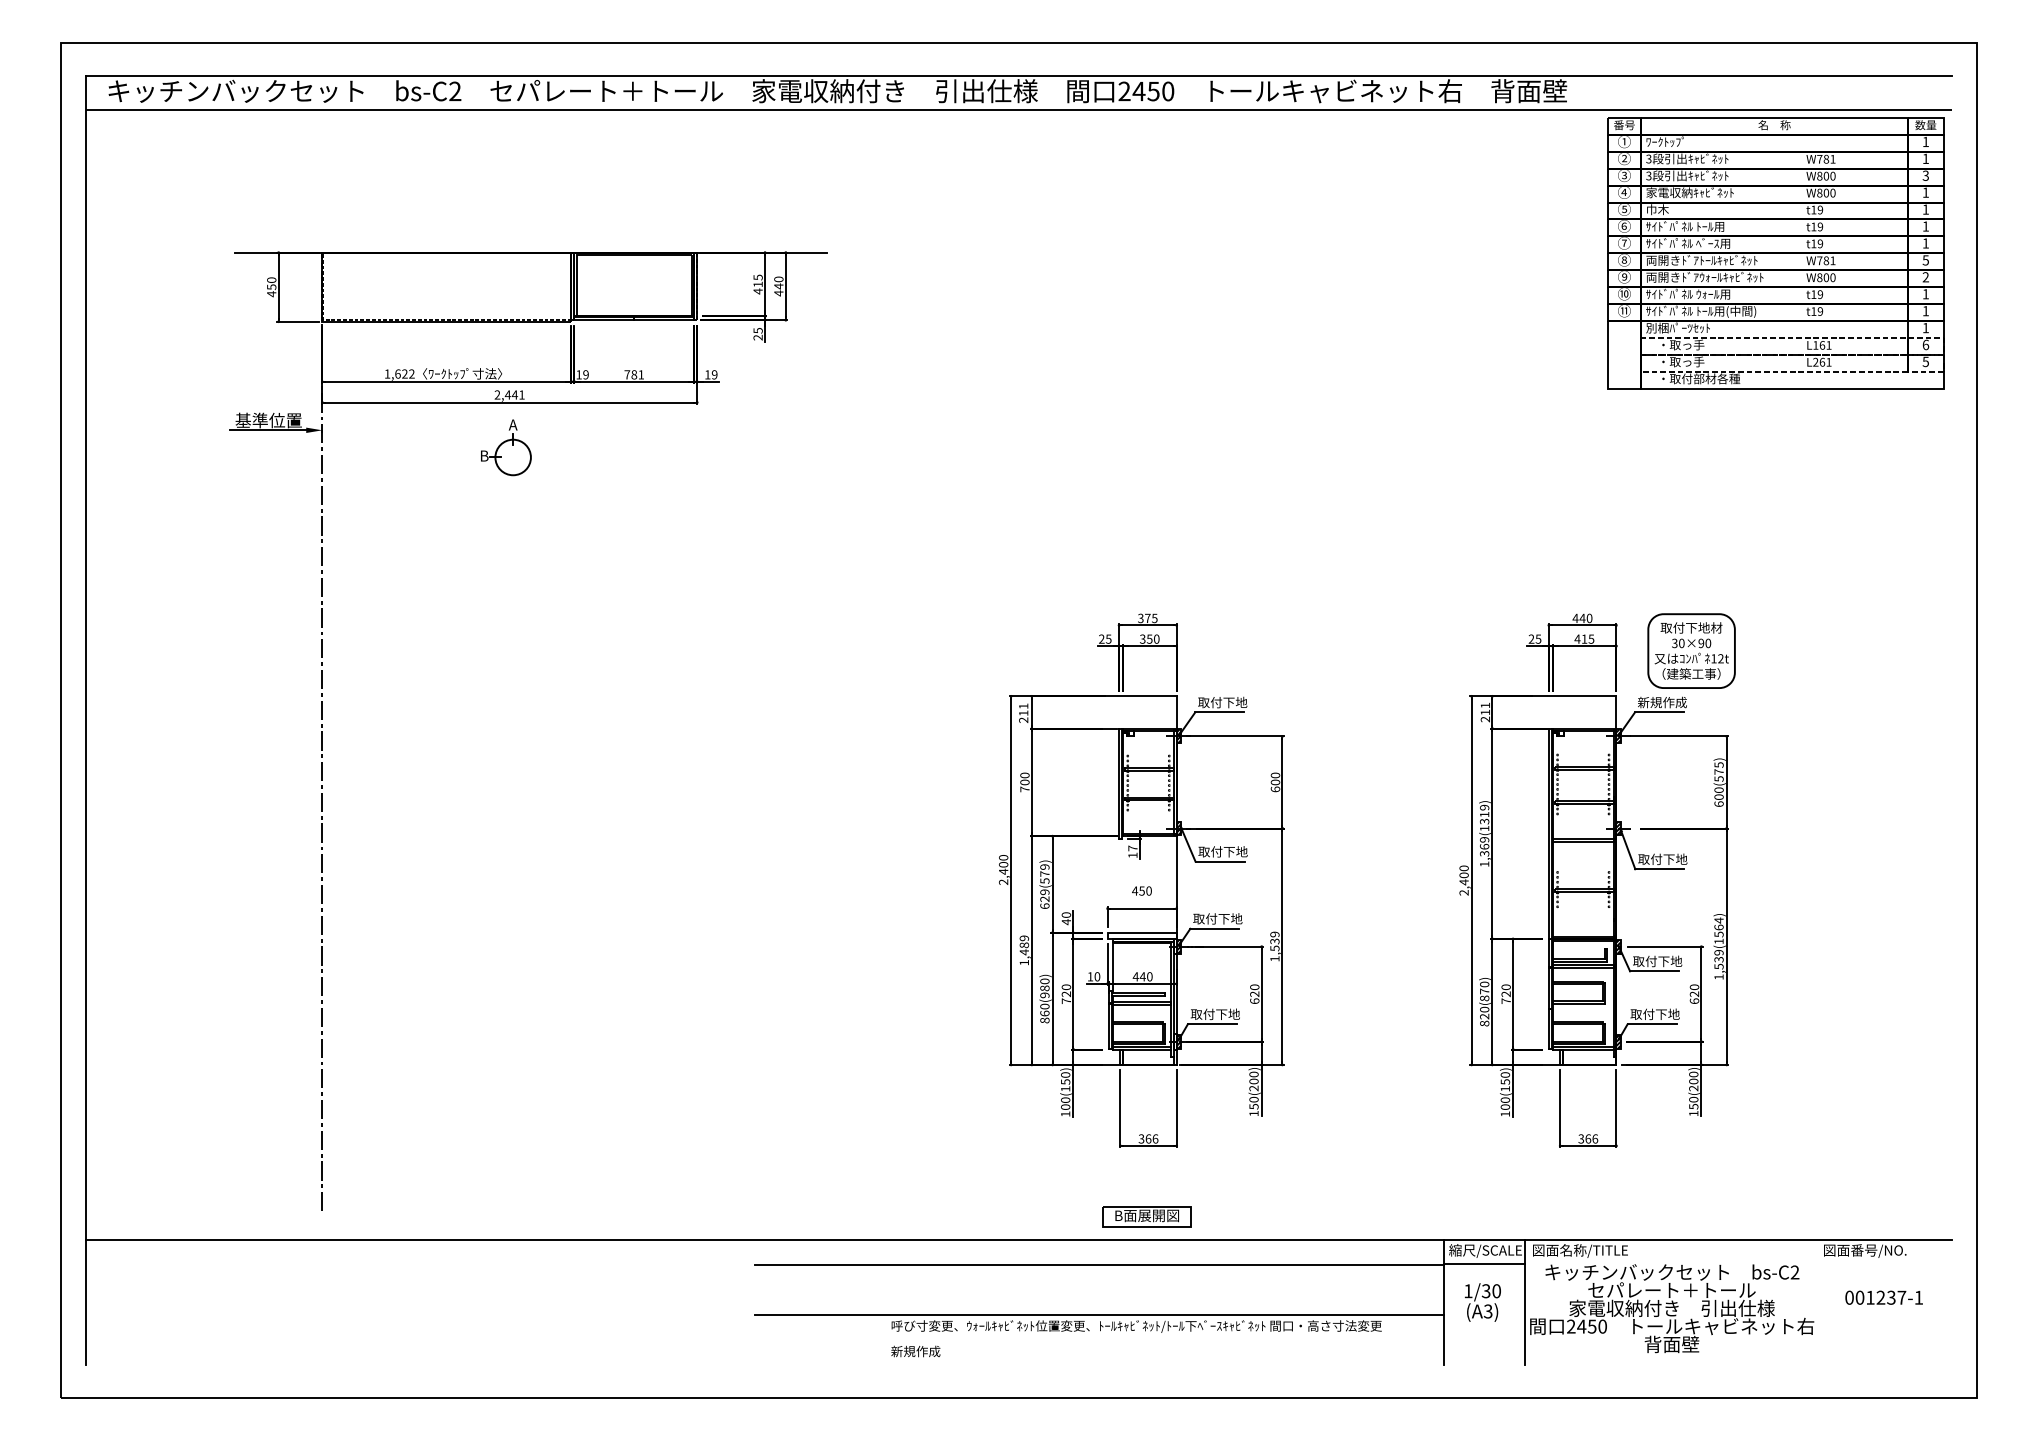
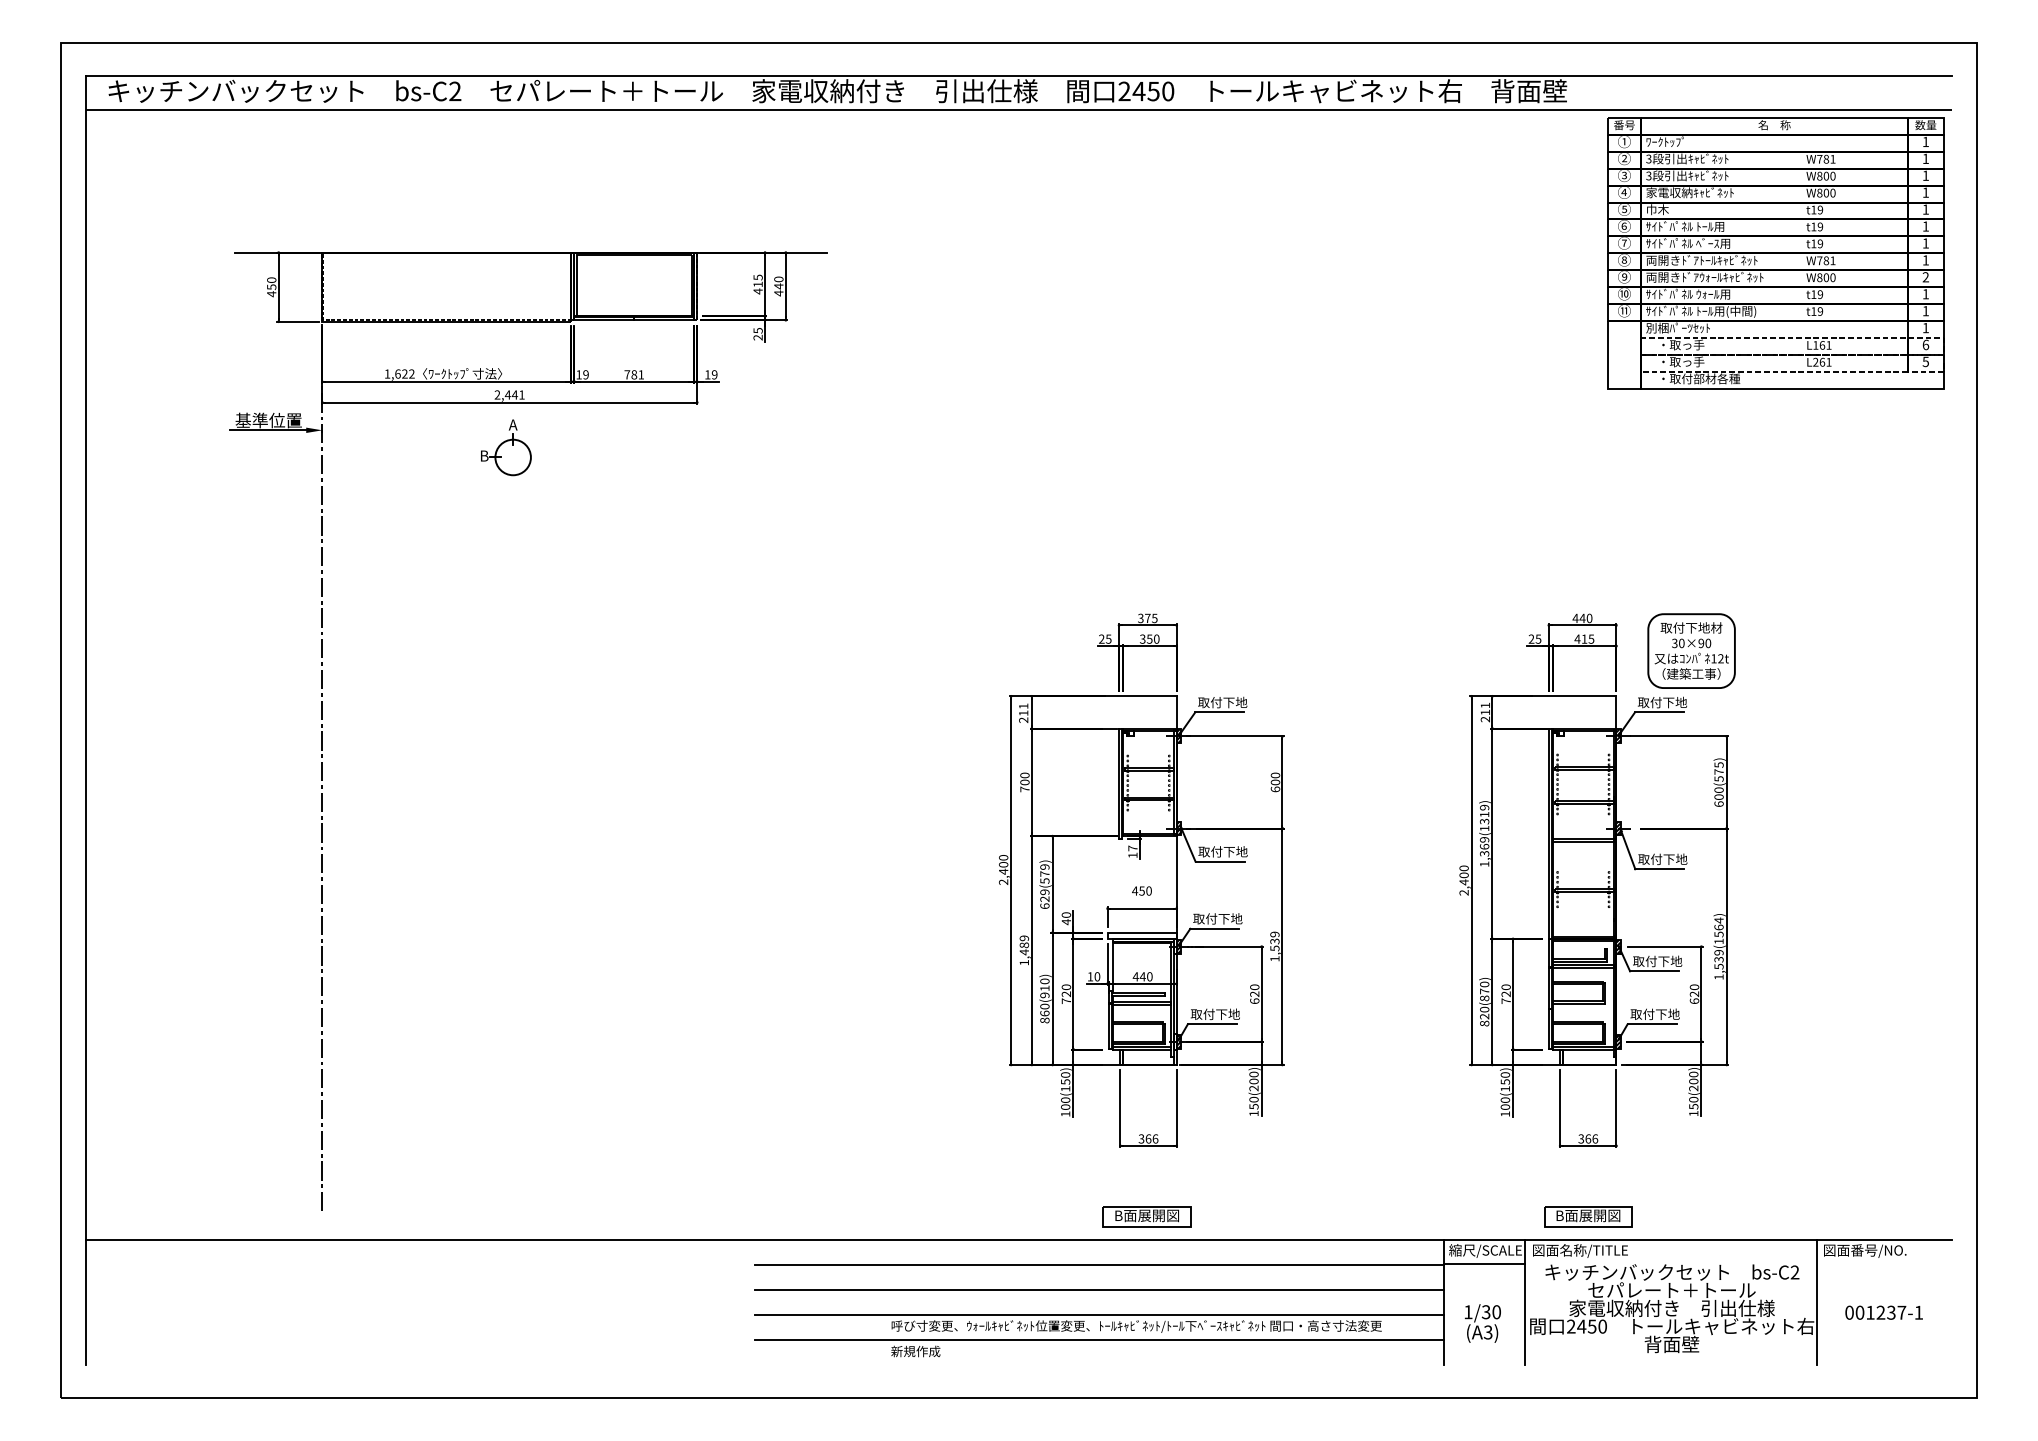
text at (1925, 175): 3 -> 1
text at (1925, 260): 5 -> 1
text at (1662, 702): 新規作成 -> 取付下地
text at (1044, 988): 860(980) -> 860(910)
part at (1588, 1216): none -> present
line at (1099, 1290): none -> present
text at (1883, 1297) position: (1883, 1297) -> (1883, 1312)
text at (1482, 1302) position: (1482, 1302) -> (1482, 1323)
line at (1816, 1302): none -> present
line at (1099, 1340): none -> present
